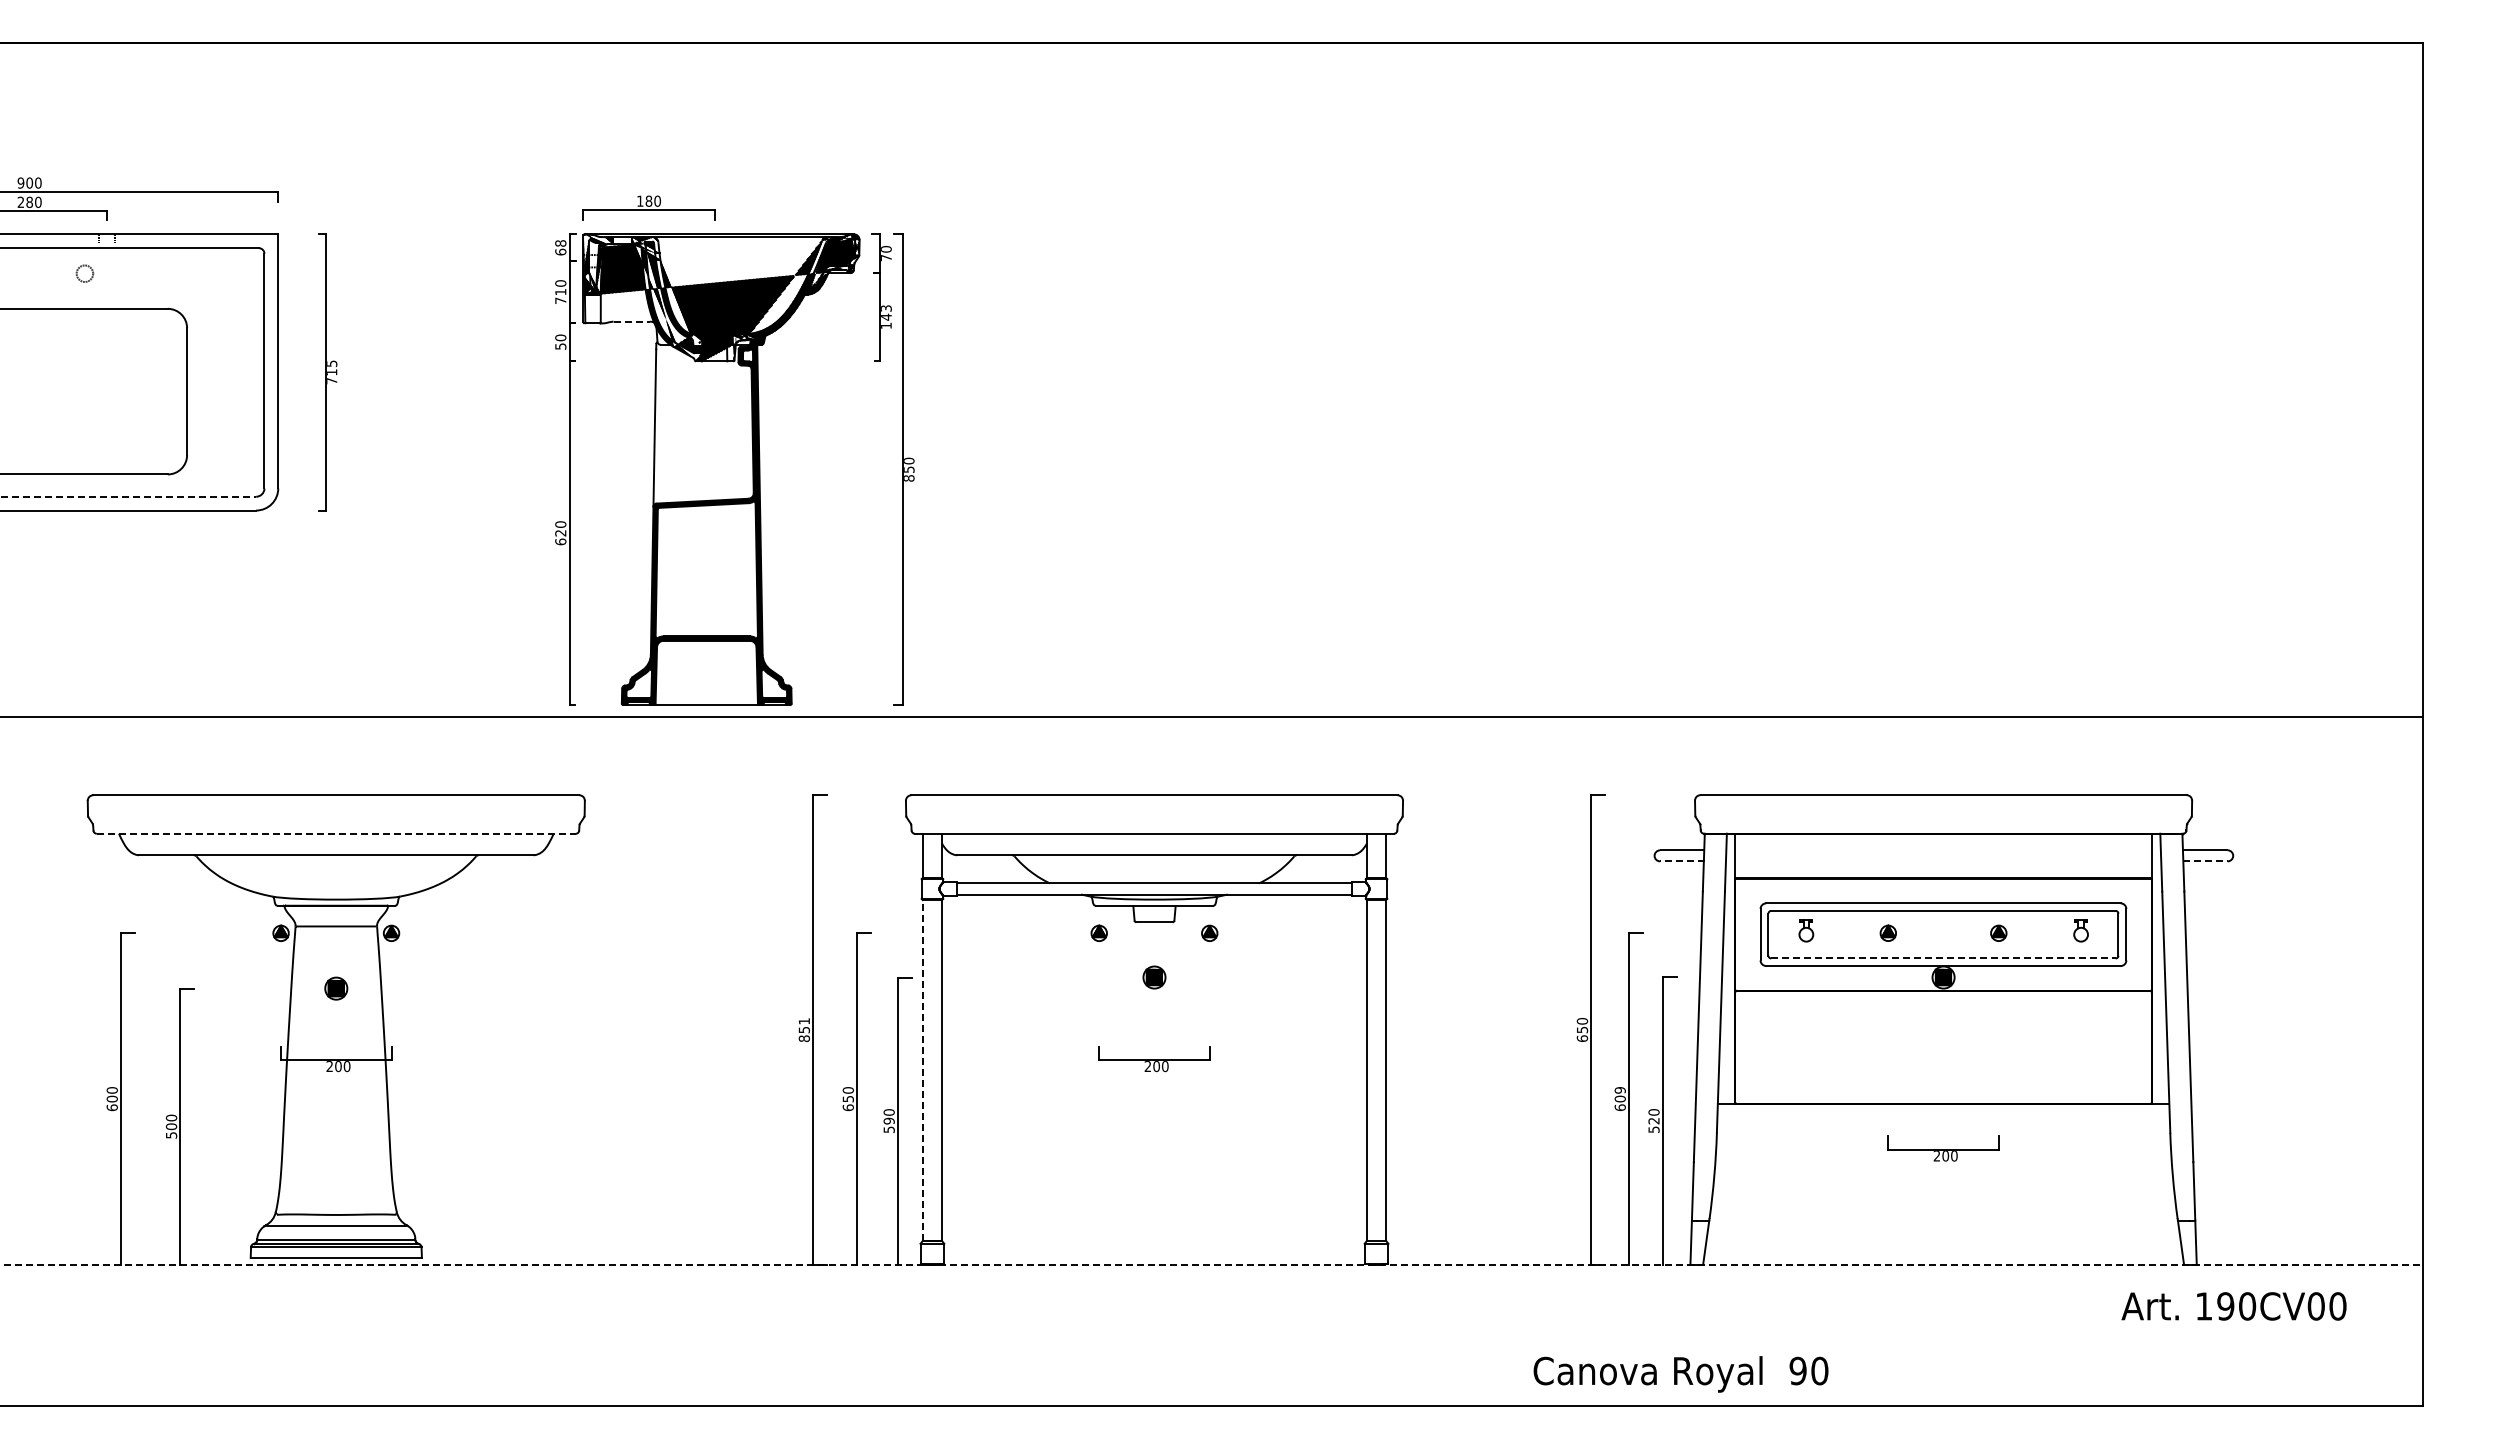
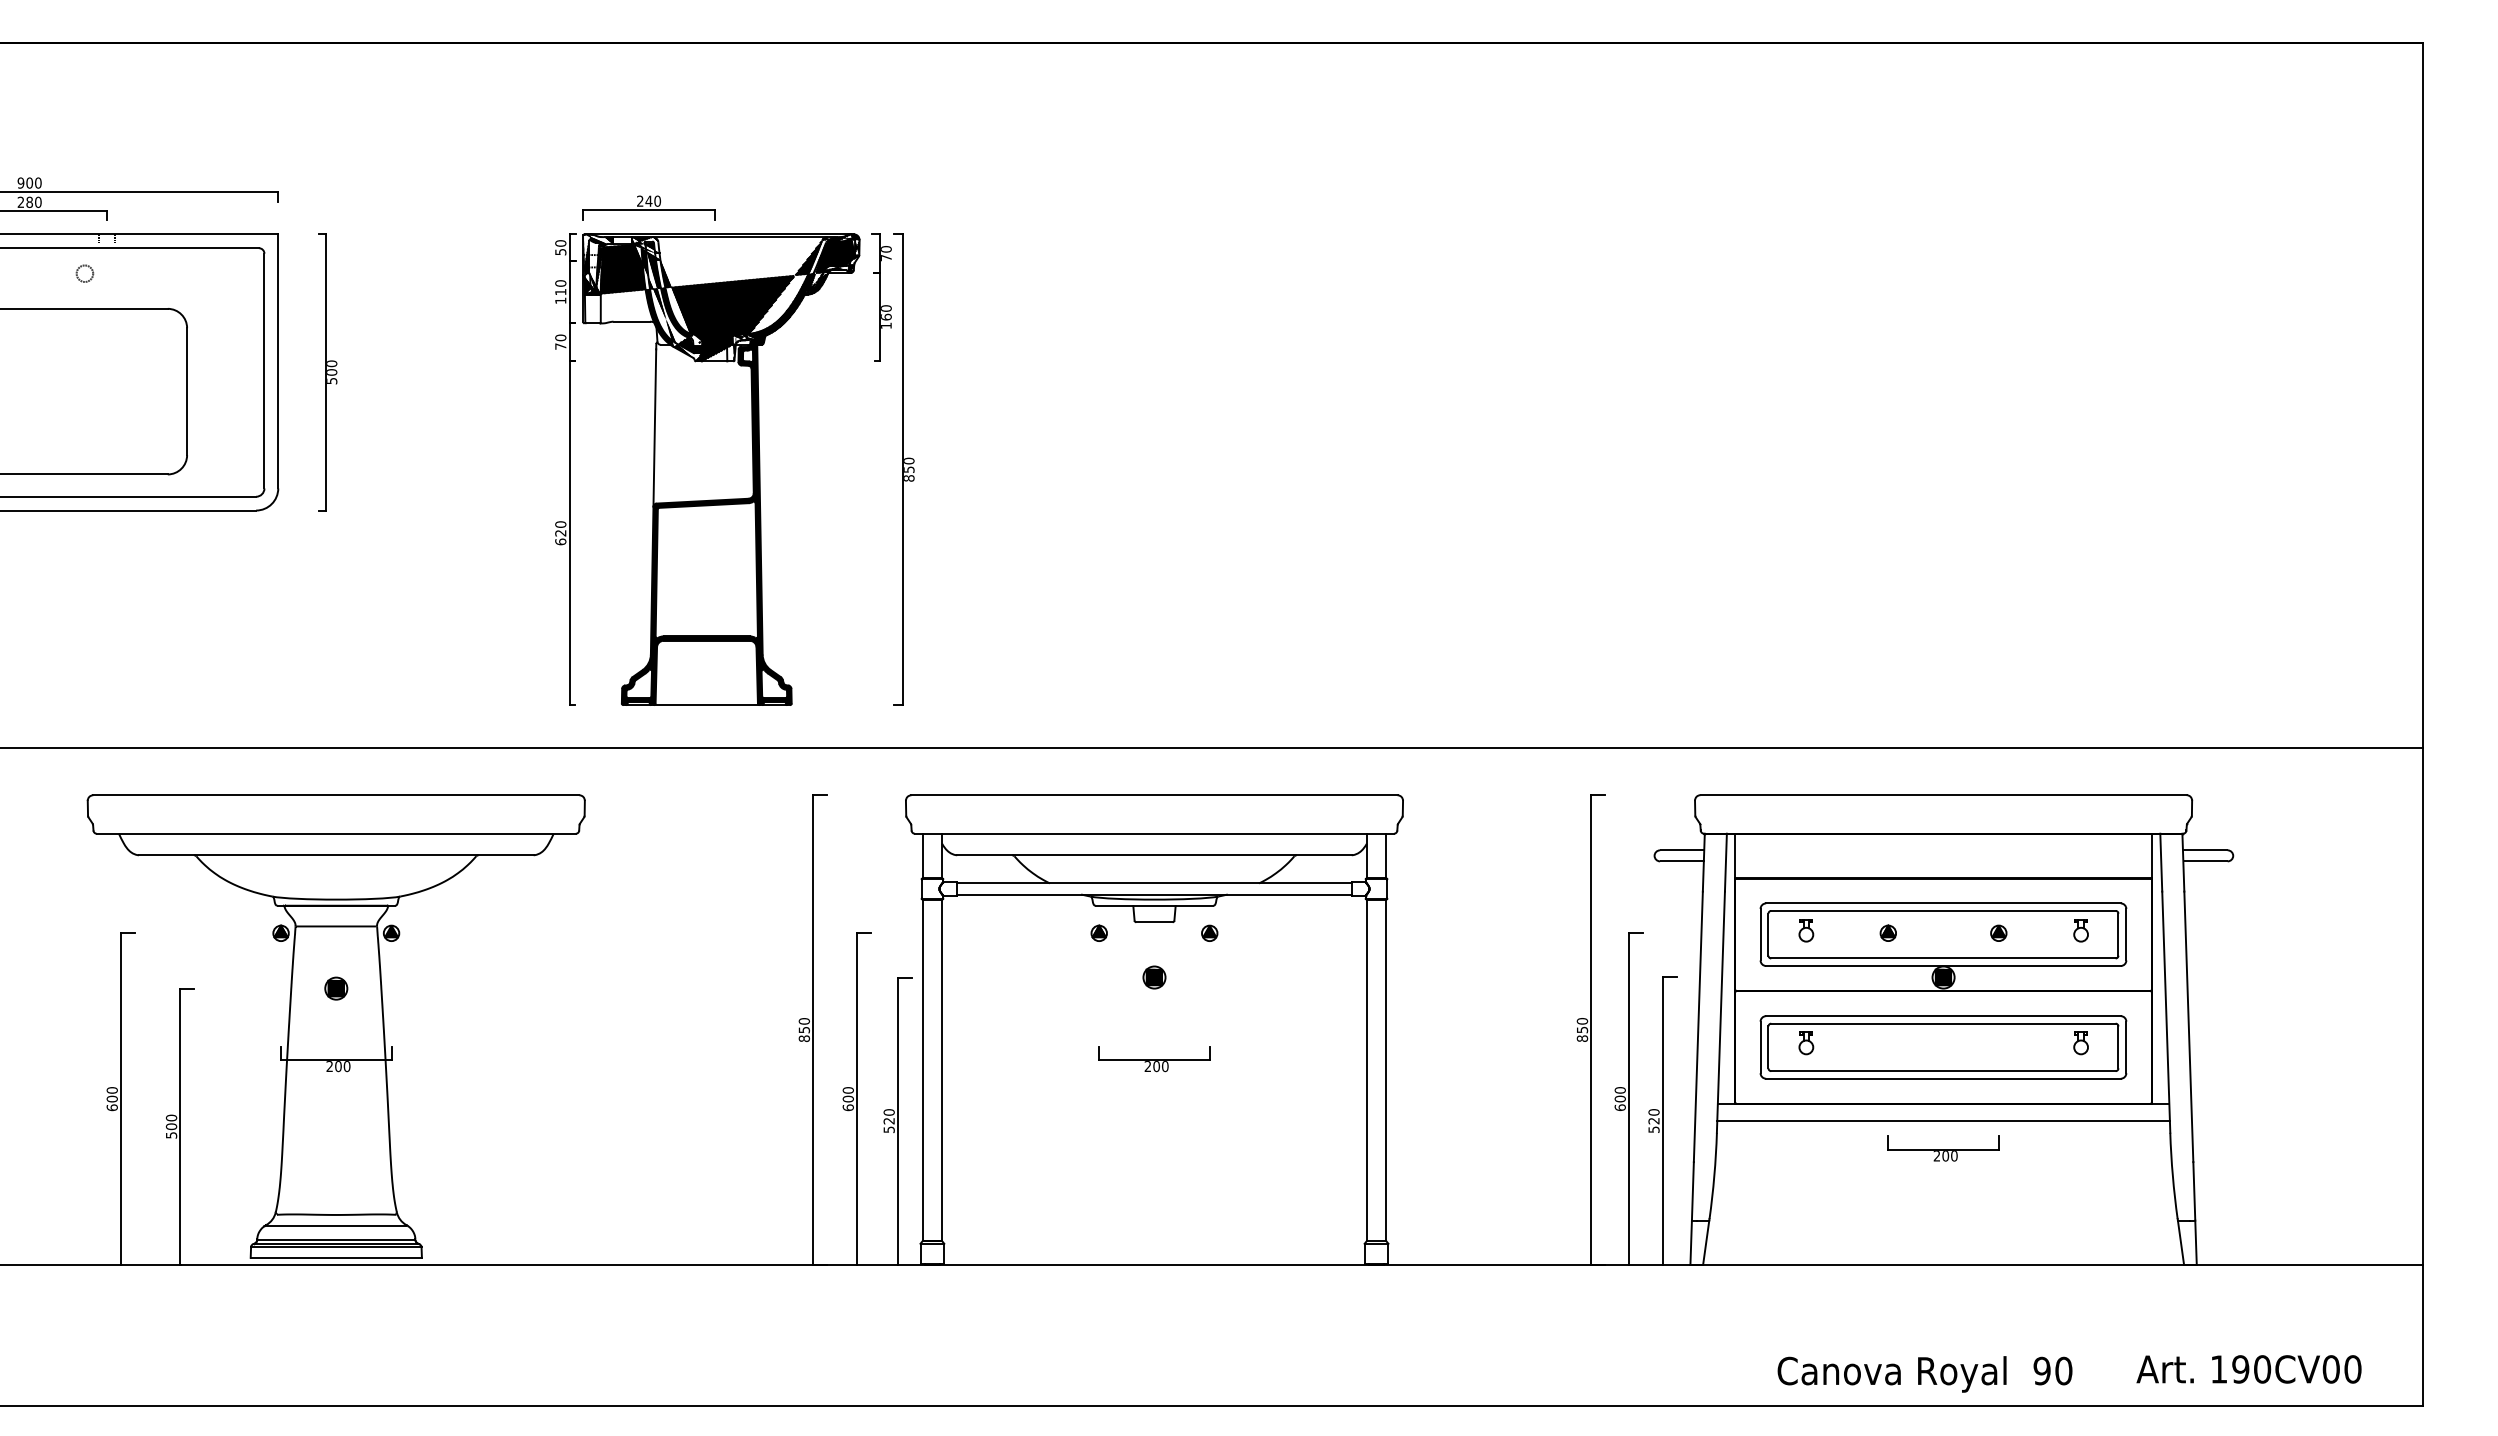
text at (644, 200): 180 -> 240
text at (560, 247): 68 -> 50
text at (560, 300): 710 -> 110
text at (886, 312): 143 -> 160
line at (632, 321): dashed -> solid
text at (560, 346): 50 -> 70
text at (332, 372): 715 -> 500
line at (128, 496): dashed -> solid
line at (1212, 717) position: (1212, 717) -> (1212, 748)
line at (336, 833): dashed -> solid
line at (1681, 861): dashed -> solid
line at (2206, 861): dashed -> solid
line at (1943, 958): dashed -> solid
text at (803, 1021): 851 -> 850
text at (1581, 1038): 650 -> 850
part at (1943, 1047): none -> present
line at (922, 1070): dashed -> solid
text at (1620, 1090): 609 -> 600
text at (847, 1098): 650 -> 600
text at (888, 1120): 590 -> 520
line at (1943, 1120): none -> present
line at (1212, 1264): dashed -> solid
text at (2233, 1306) position: (2233, 1306) -> (2248, 1369)
text at (1680, 1374) position: (1680, 1374) -> (1924, 1374)
